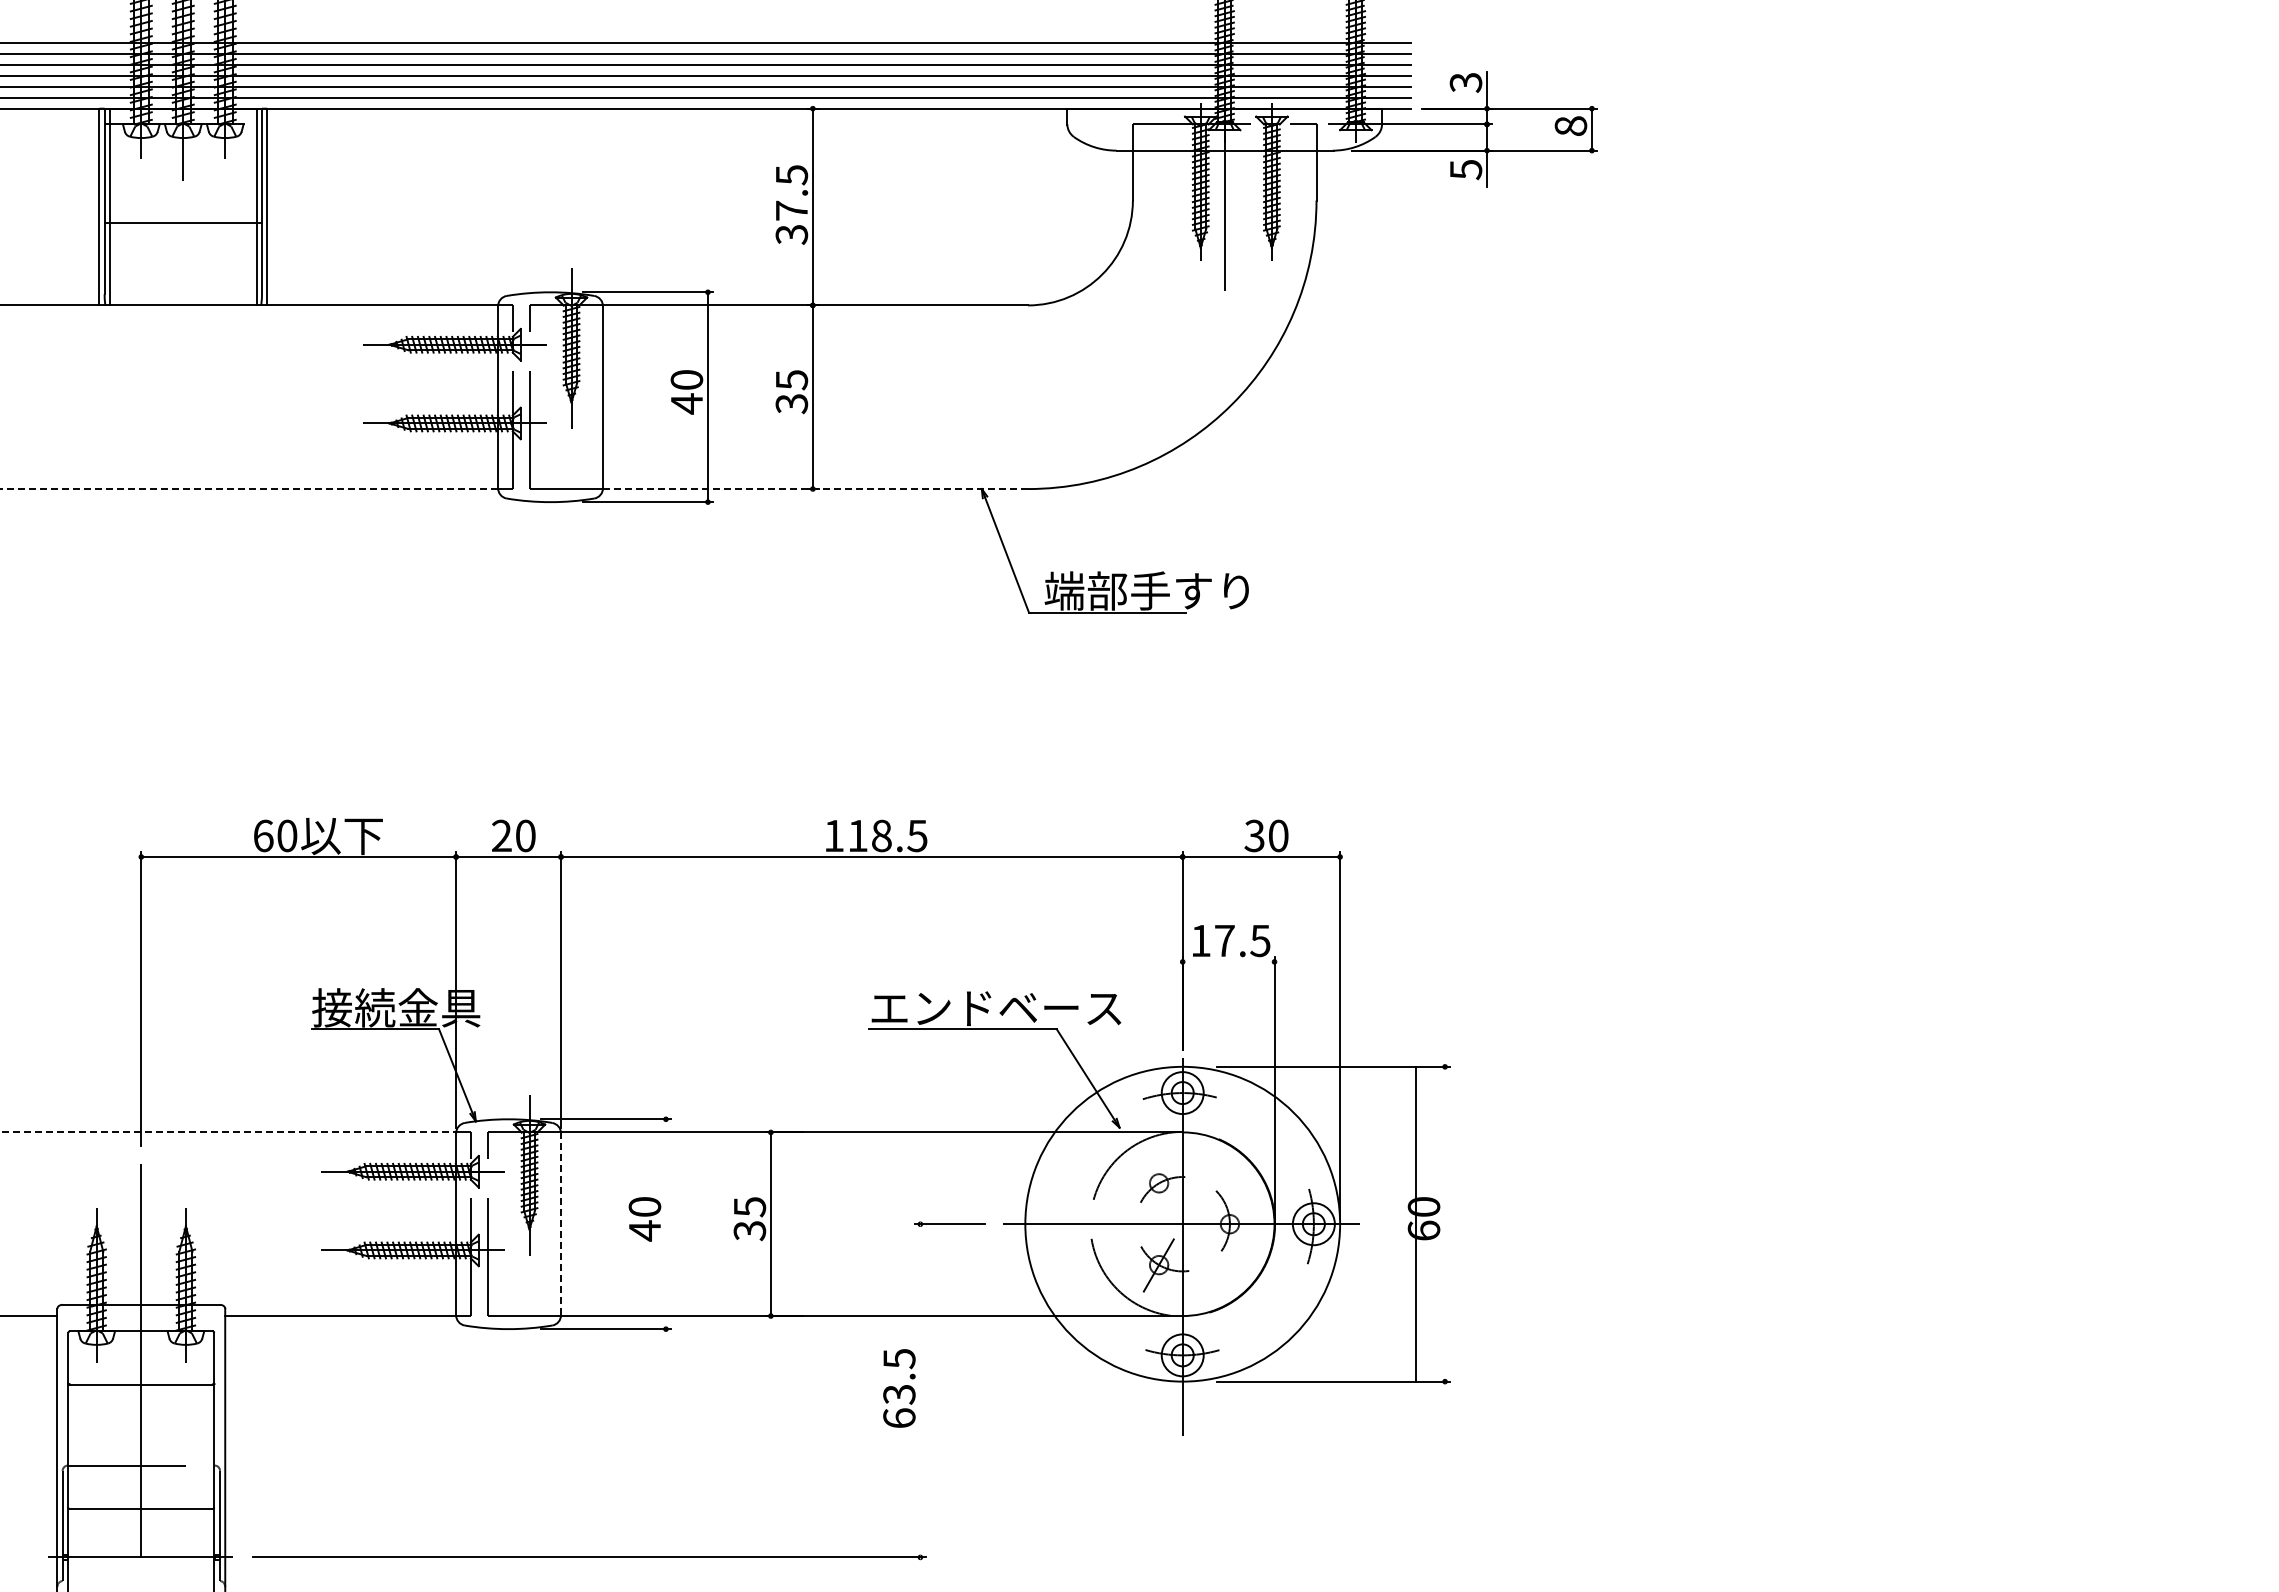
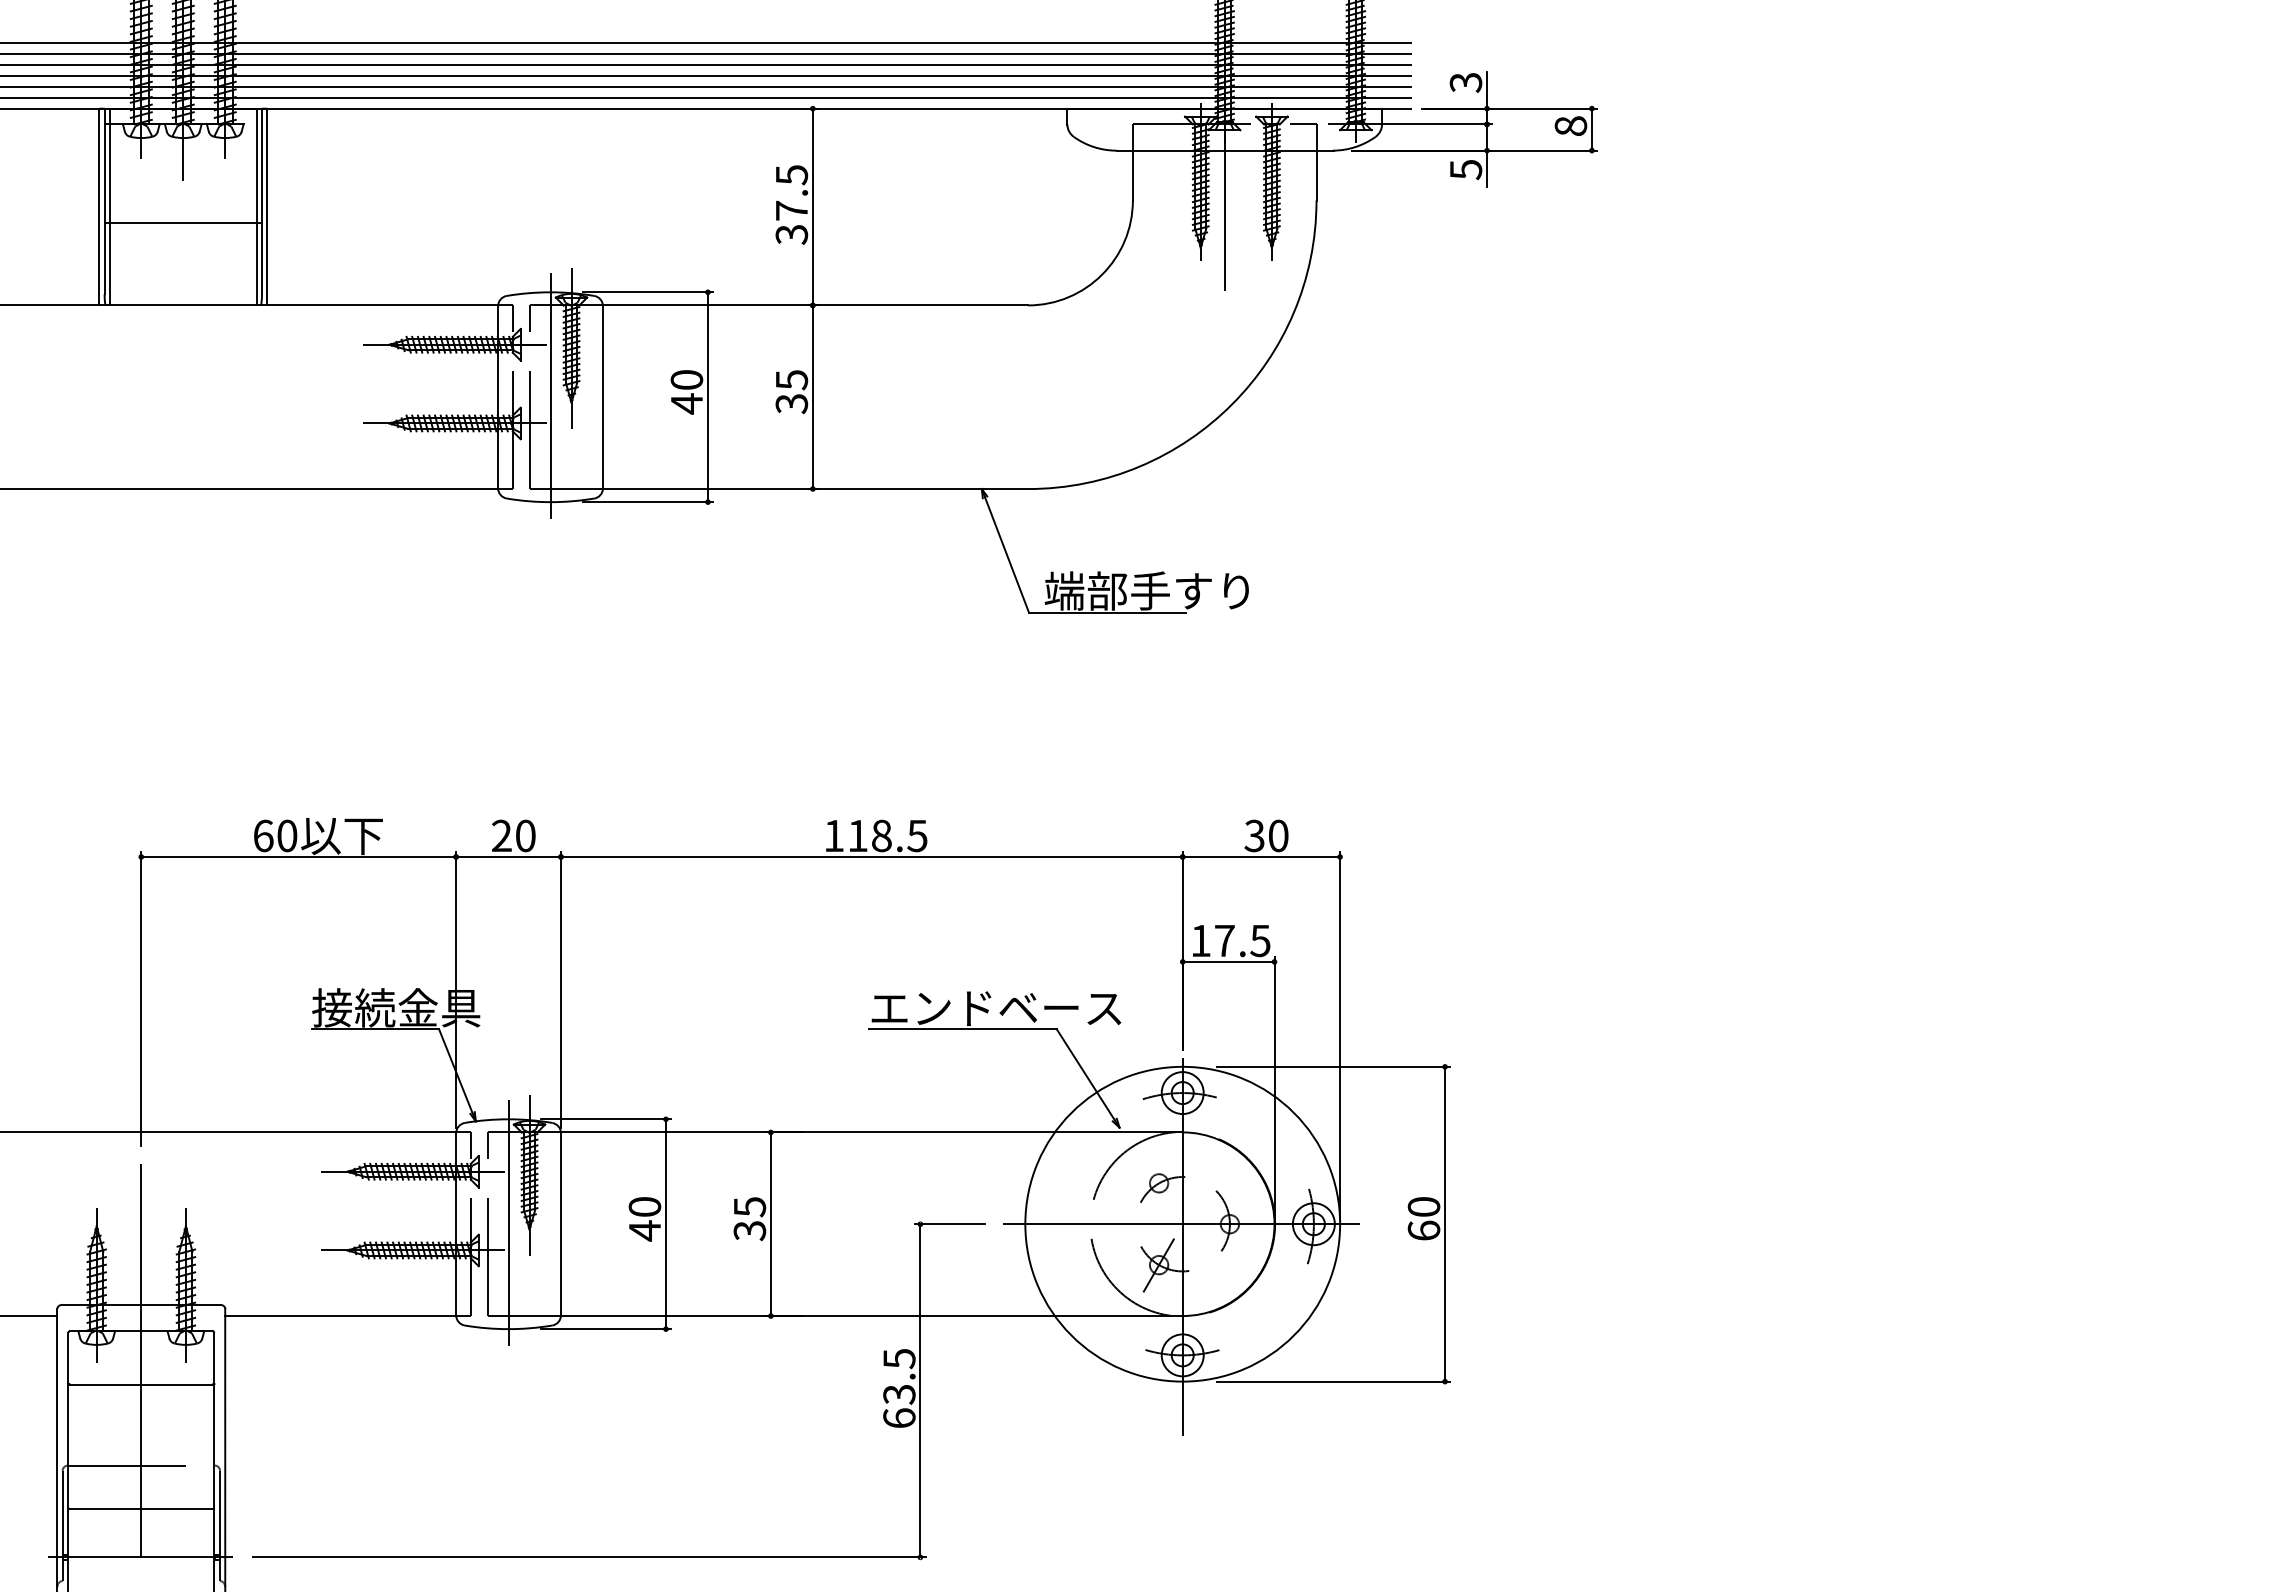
line at (550, 395): none -> present
line at (249, 489): dashed -> solid
line at (814, 489): dashed -> solid
line at (1228, 961): none -> present
line at (228, 1132): dashed -> solid
line at (508, 1222): none -> present
line at (1416, 1223) position: (1416, 1223) -> (1445, 1223)
line at (561, 1224): dashed -> solid
line at (665, 1224): none -> present
line at (920, 1390): none -> present
